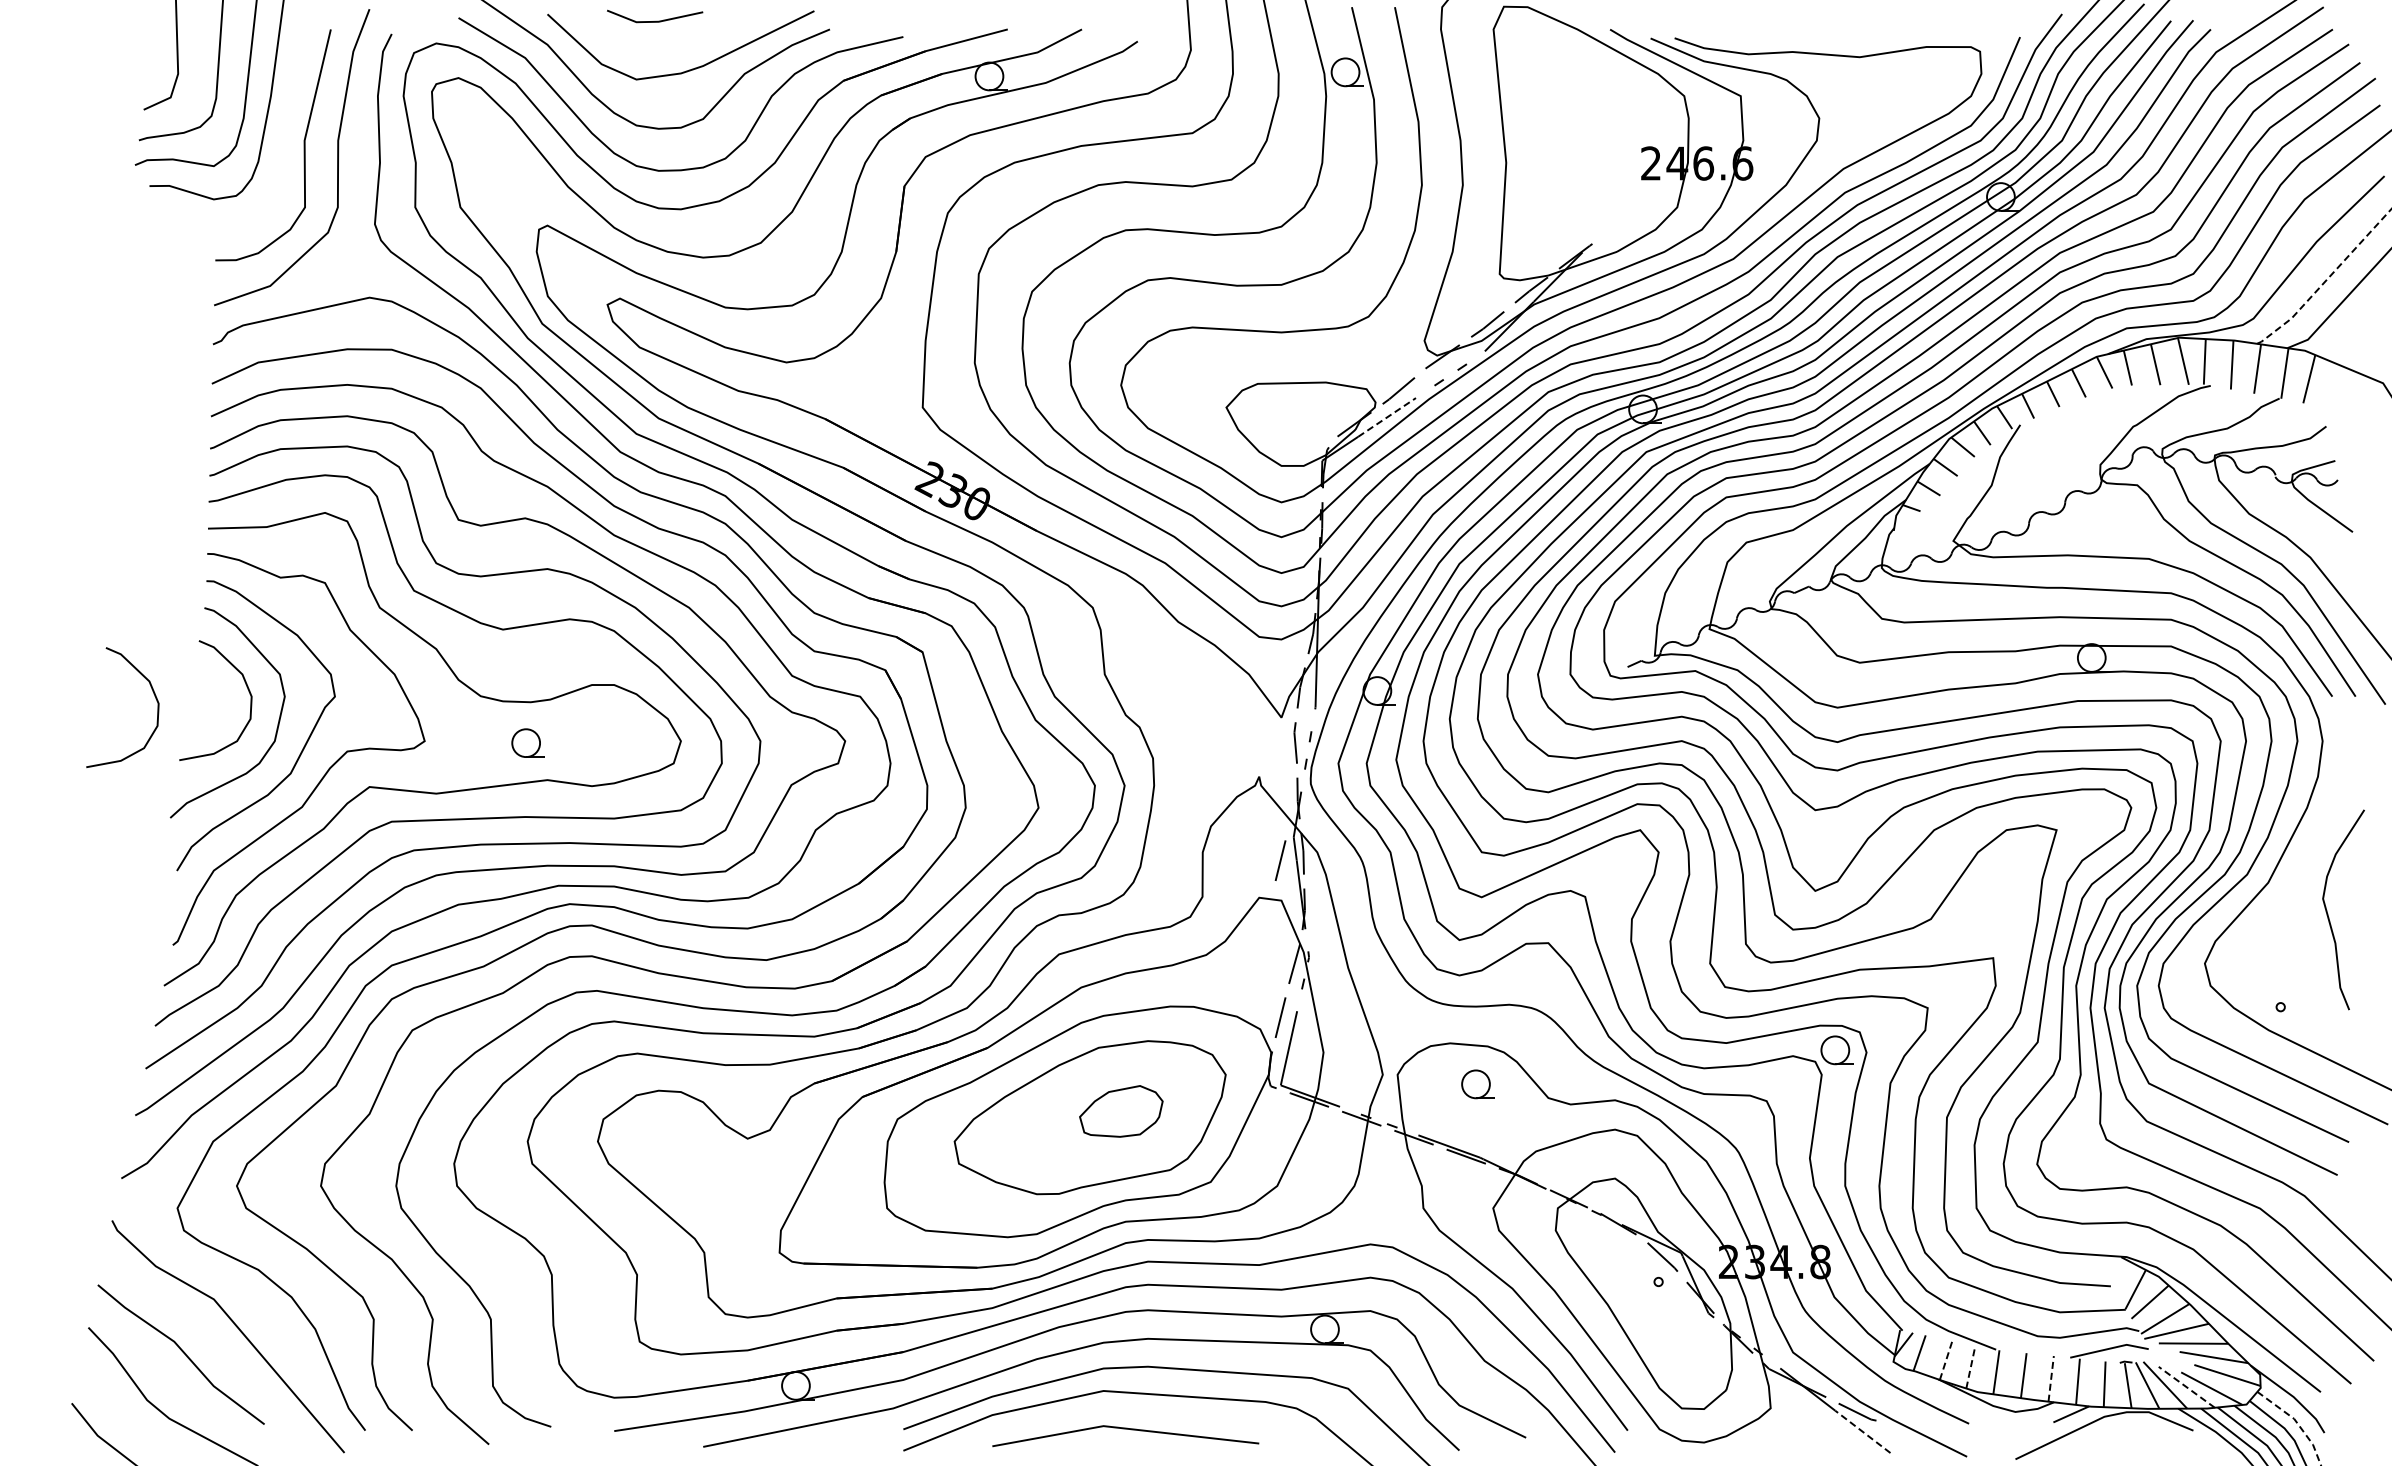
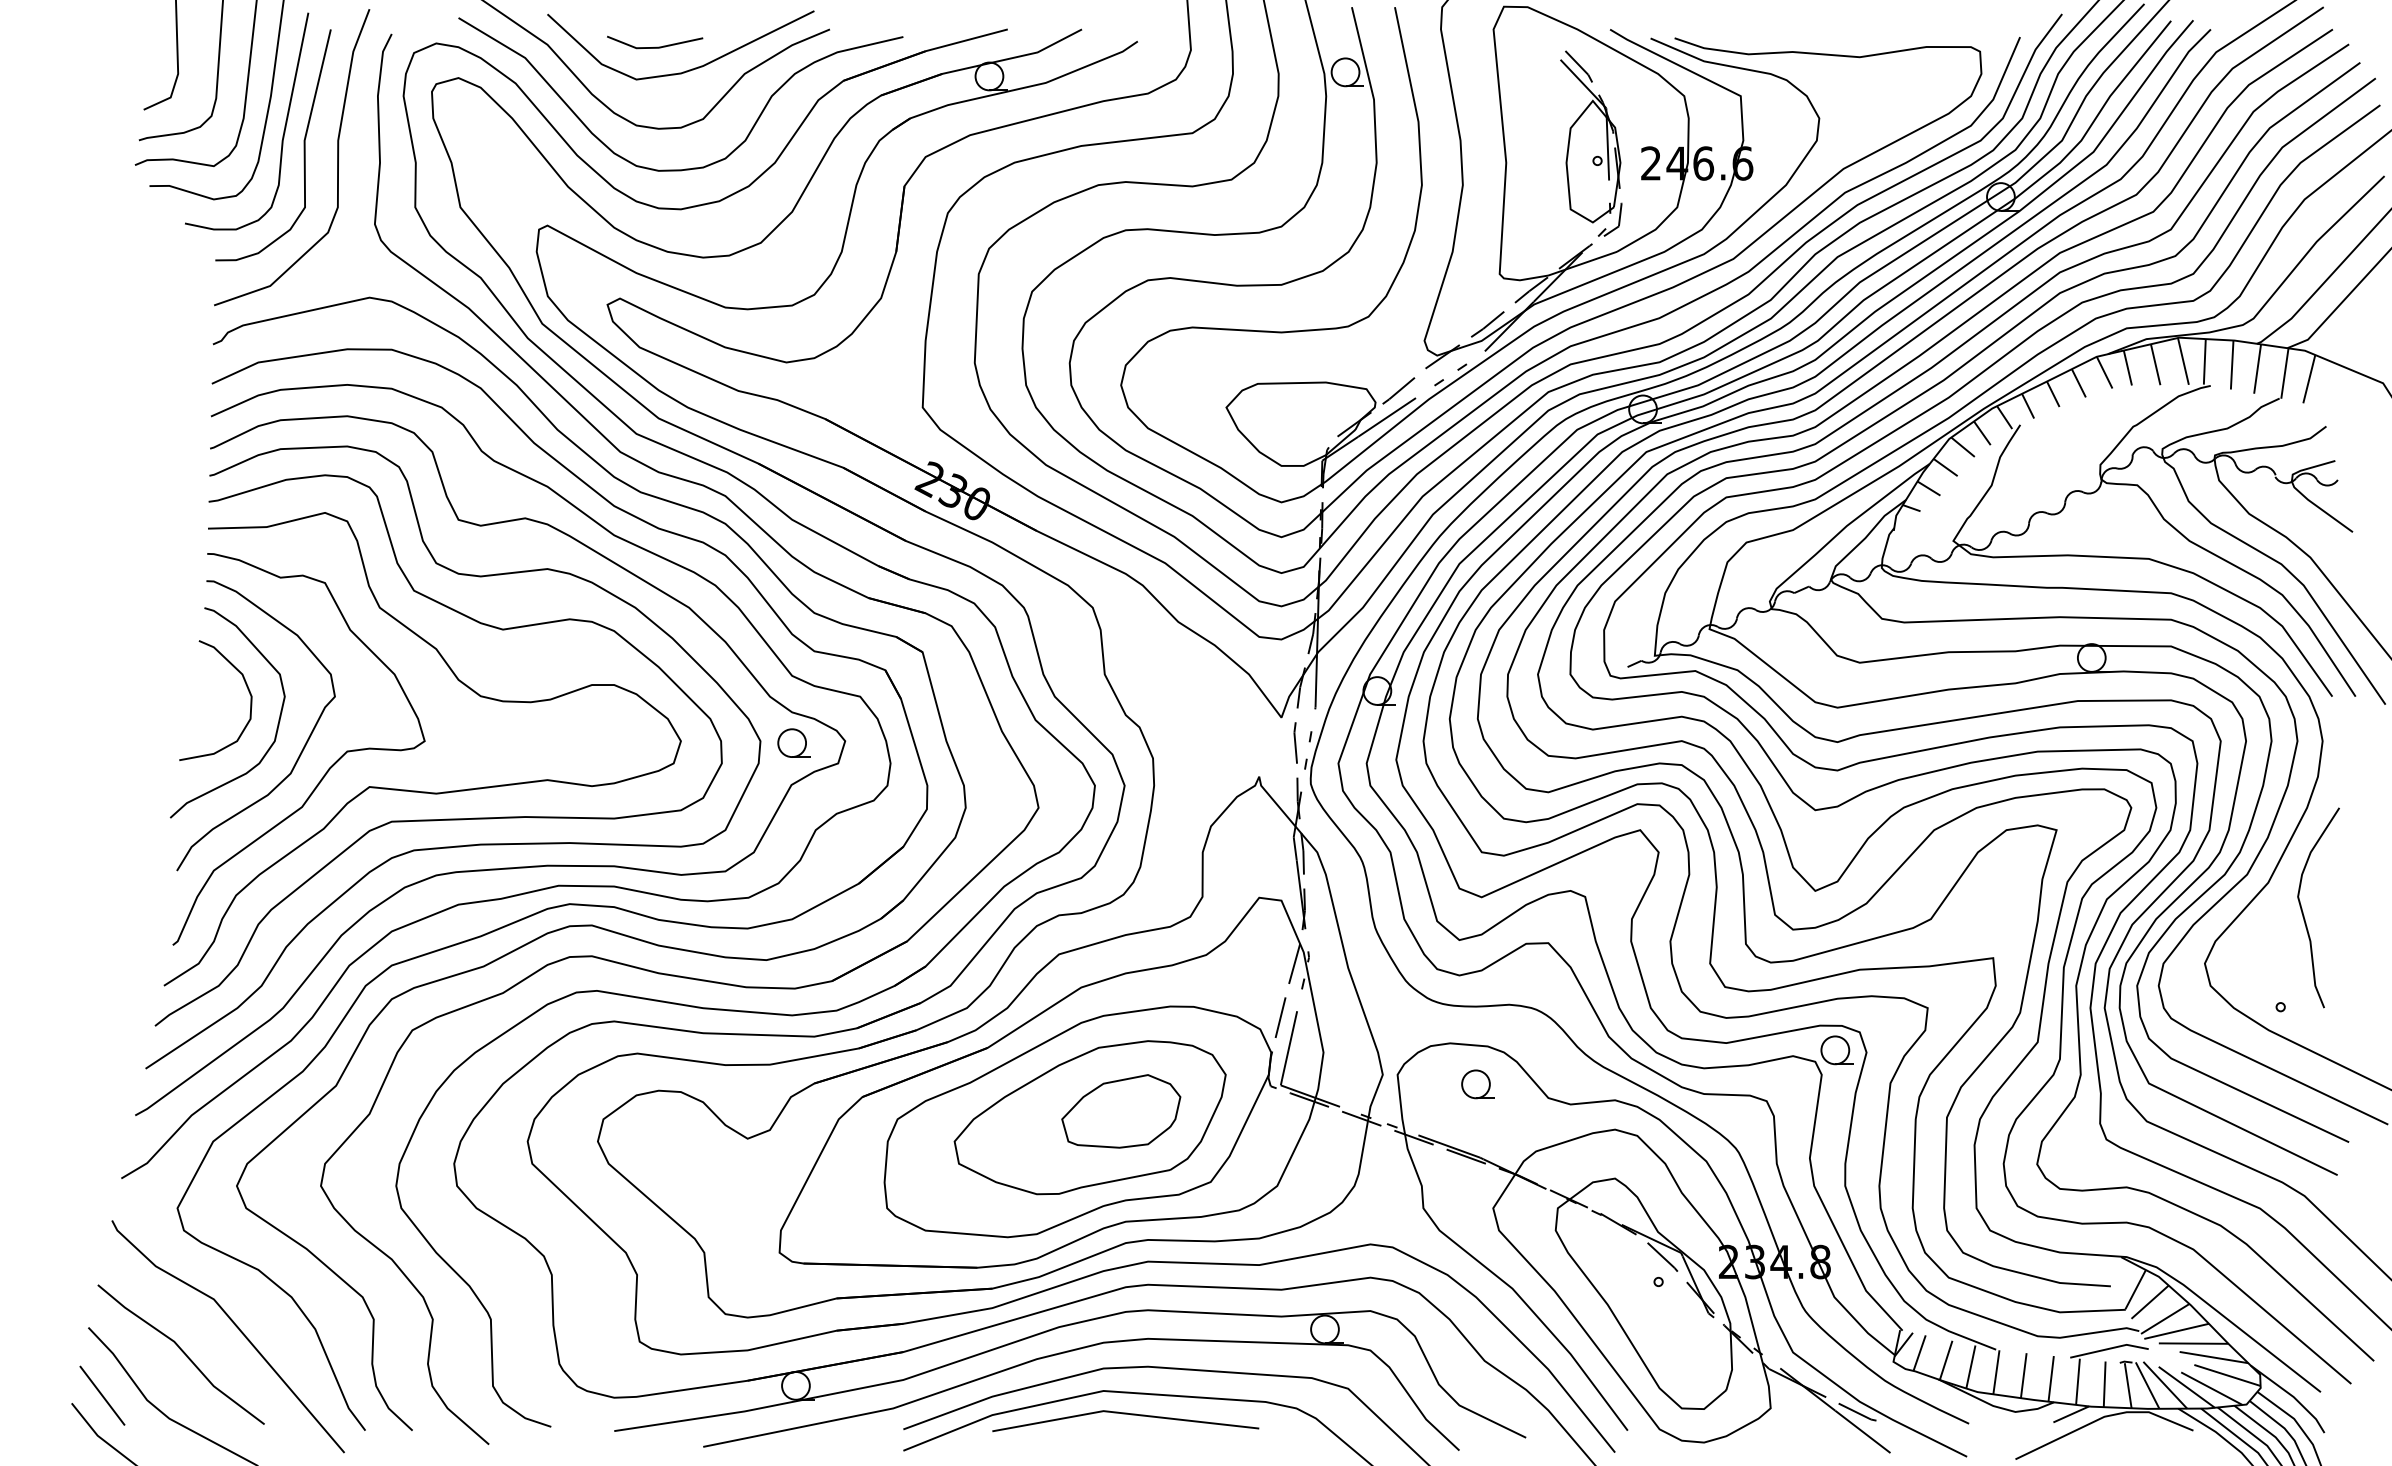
line at (655, 20) position: (655, 20) -> (655, 46)
curve at (283, 130): none -> present
part at (1591, 143): none -> present
line at (2325, 281): dashed -> solid
line at (1387, 417): dashed -> solid
curve at (153, 694): present -> none
part at (527, 742) position: (527, 742) -> (793, 742)
line at (1280, 860): present -> none
curve at (2328, 913) position: (2328, 913) -> (2303, 911)
part at (1121, 1111) size: 85x53 px -> 121x75 px
line at (1946, 1360): dashed -> solid
line at (1970, 1367): dashed -> solid
line at (2051, 1378): dashed -> solid
line at (2186, 1387): dashed -> solid
line at (102, 1395): none -> present
line at (2297, 1422): dashed -> solid
line at (1125, 1429) position: (1125, 1429) -> (1125, 1414)
line at (1862, 1431): dashed -> solid
